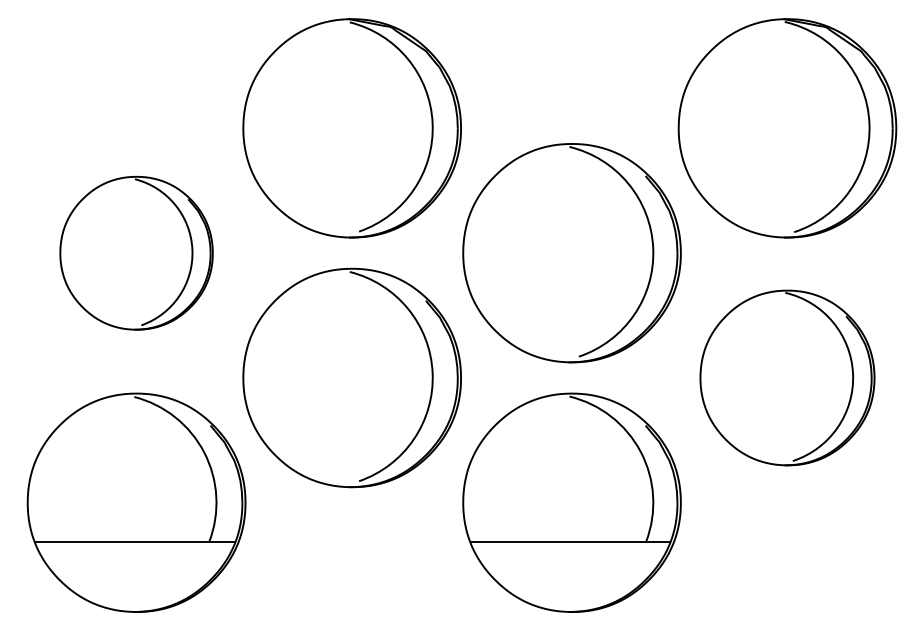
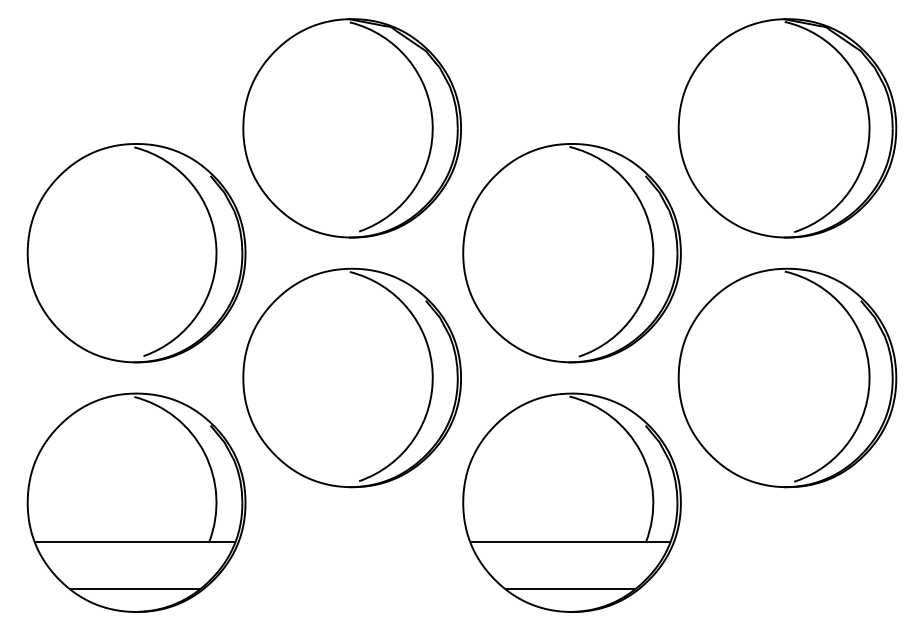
part at (136, 252) size: 155x156 px -> 221x221 px
part at (787, 377) size: 177x178 px -> 221x222 px
line at (134, 588): none -> present
line at (570, 588): none -> present
